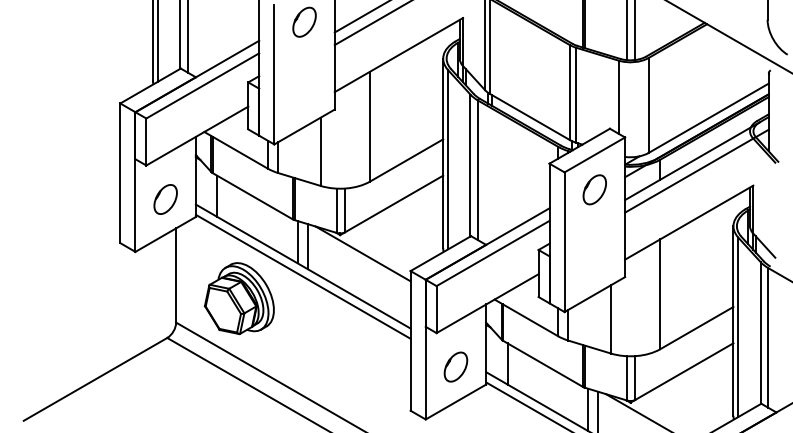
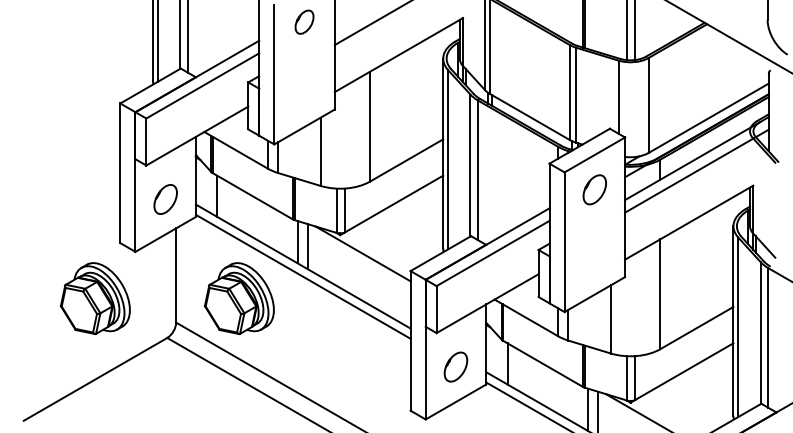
line at (360, 17): present -> none
part at (304, 21) size: 25x32 px -> 21x26 px
part at (94, 298): none -> present
